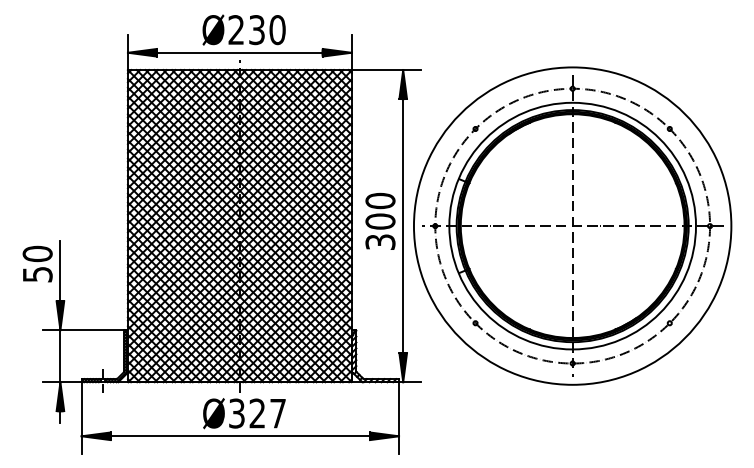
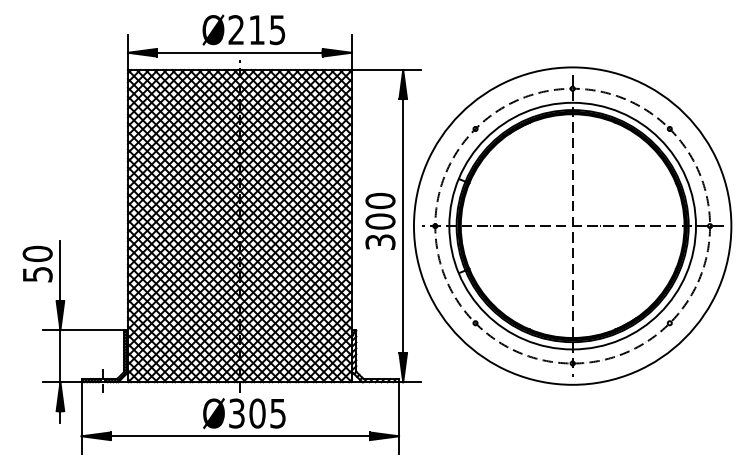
text at (267, 30): Ø230 -> Ø215
text at (267, 413): Ø327 -> Ø305
